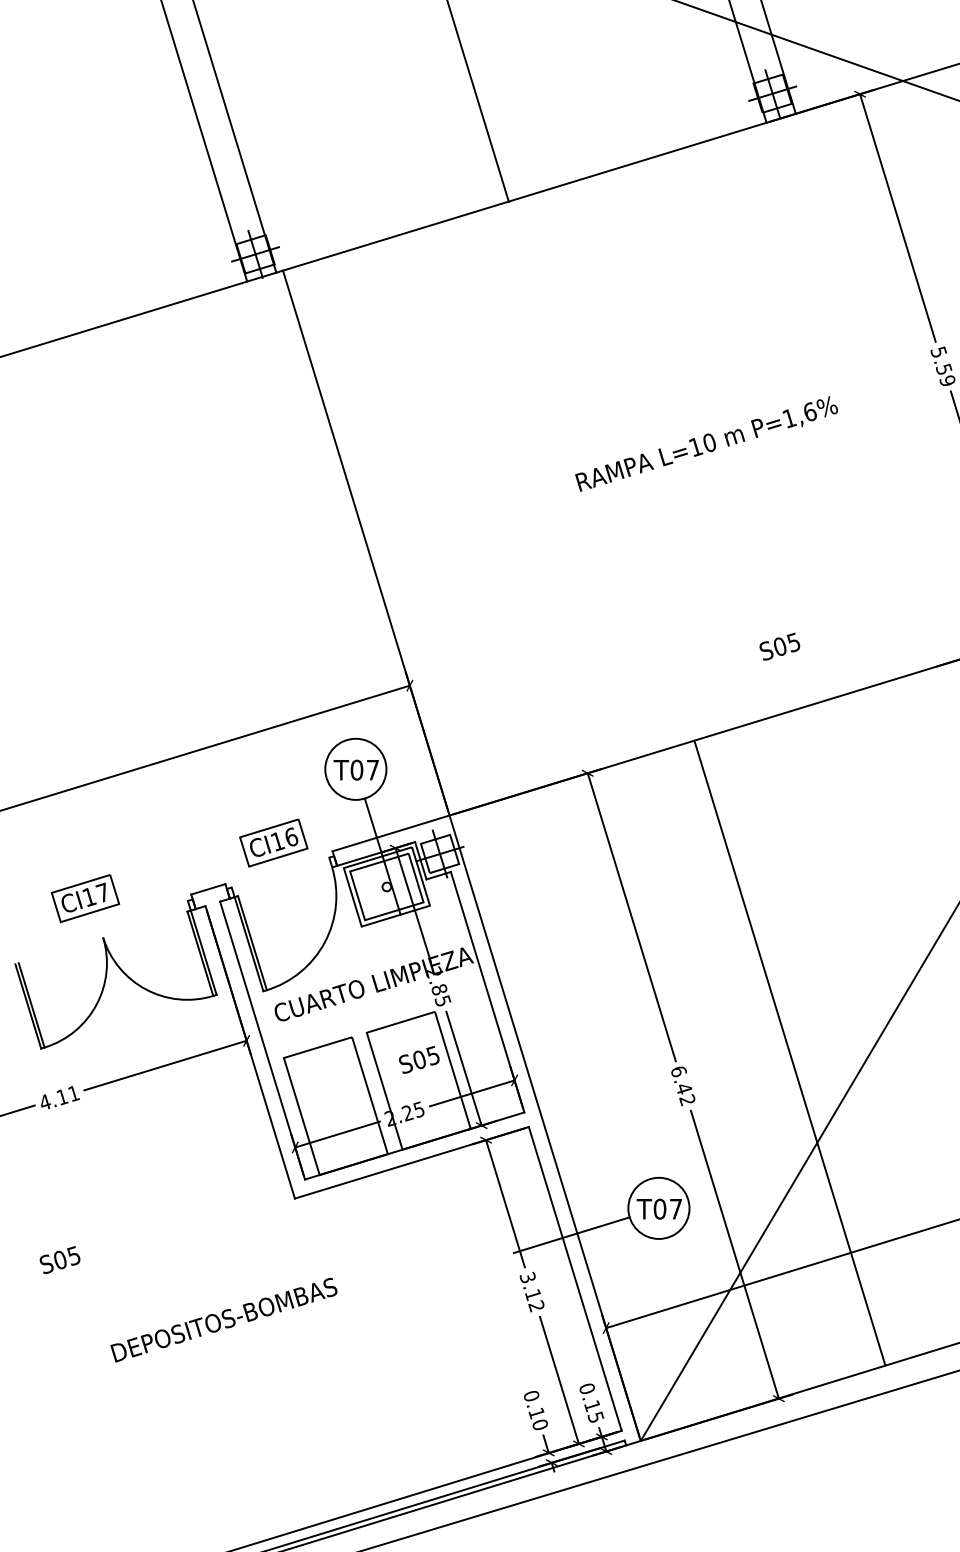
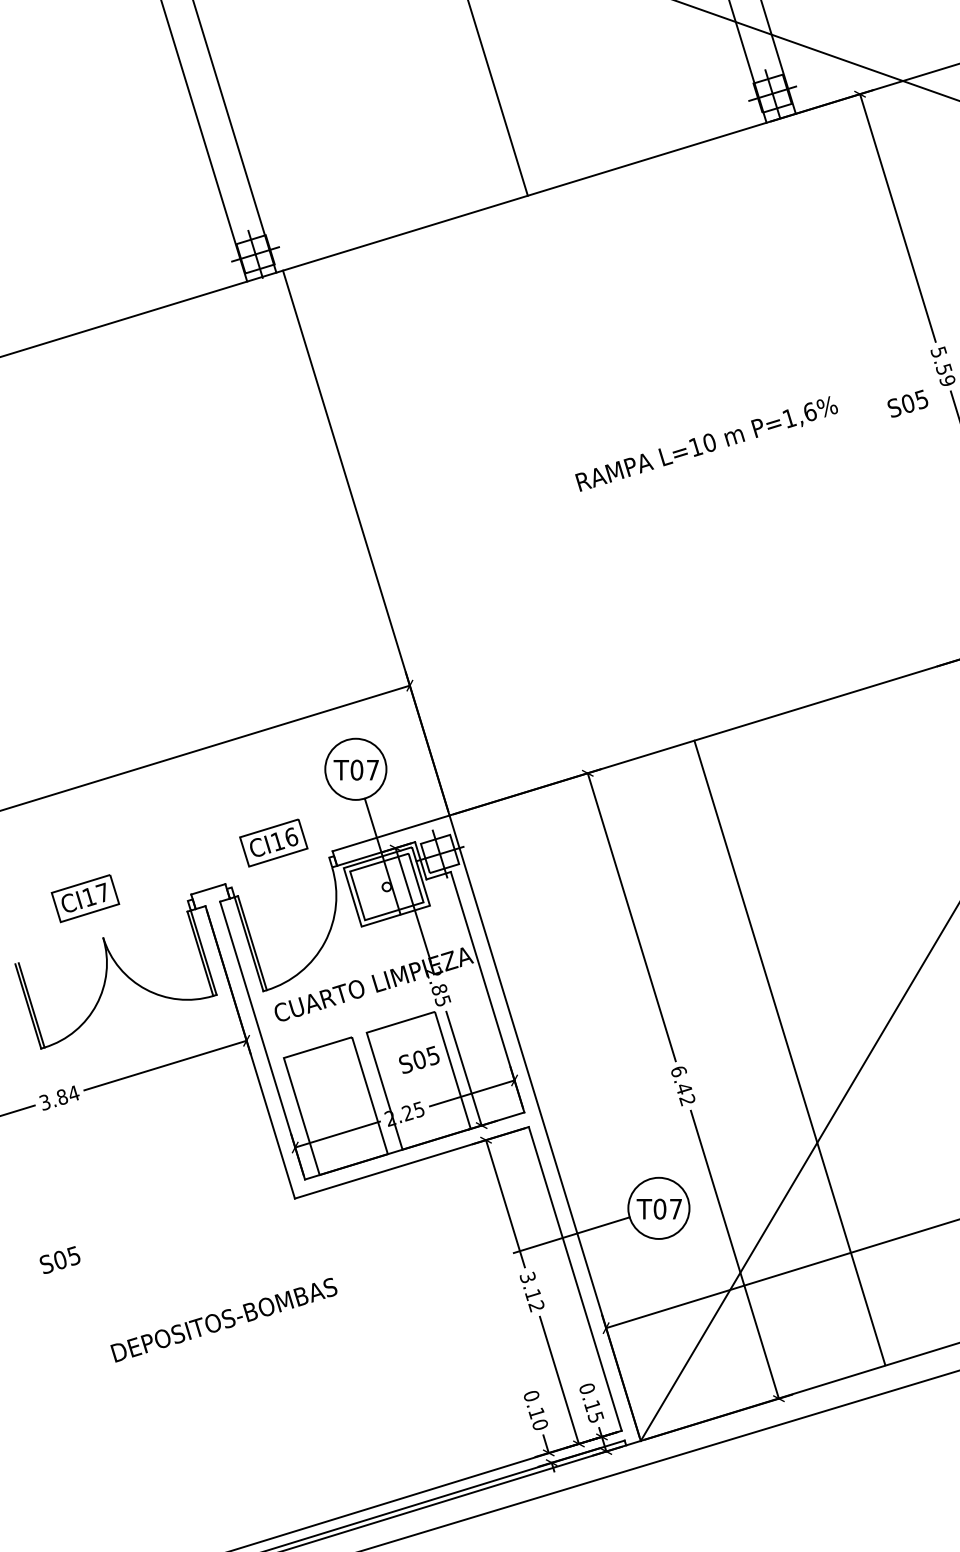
line at (477, 101) position: (477, 101) -> (497, 98)
text at (779, 646) position: (779, 646) -> (907, 403)
text at (59, 1097): 4.11 -> 3.84
